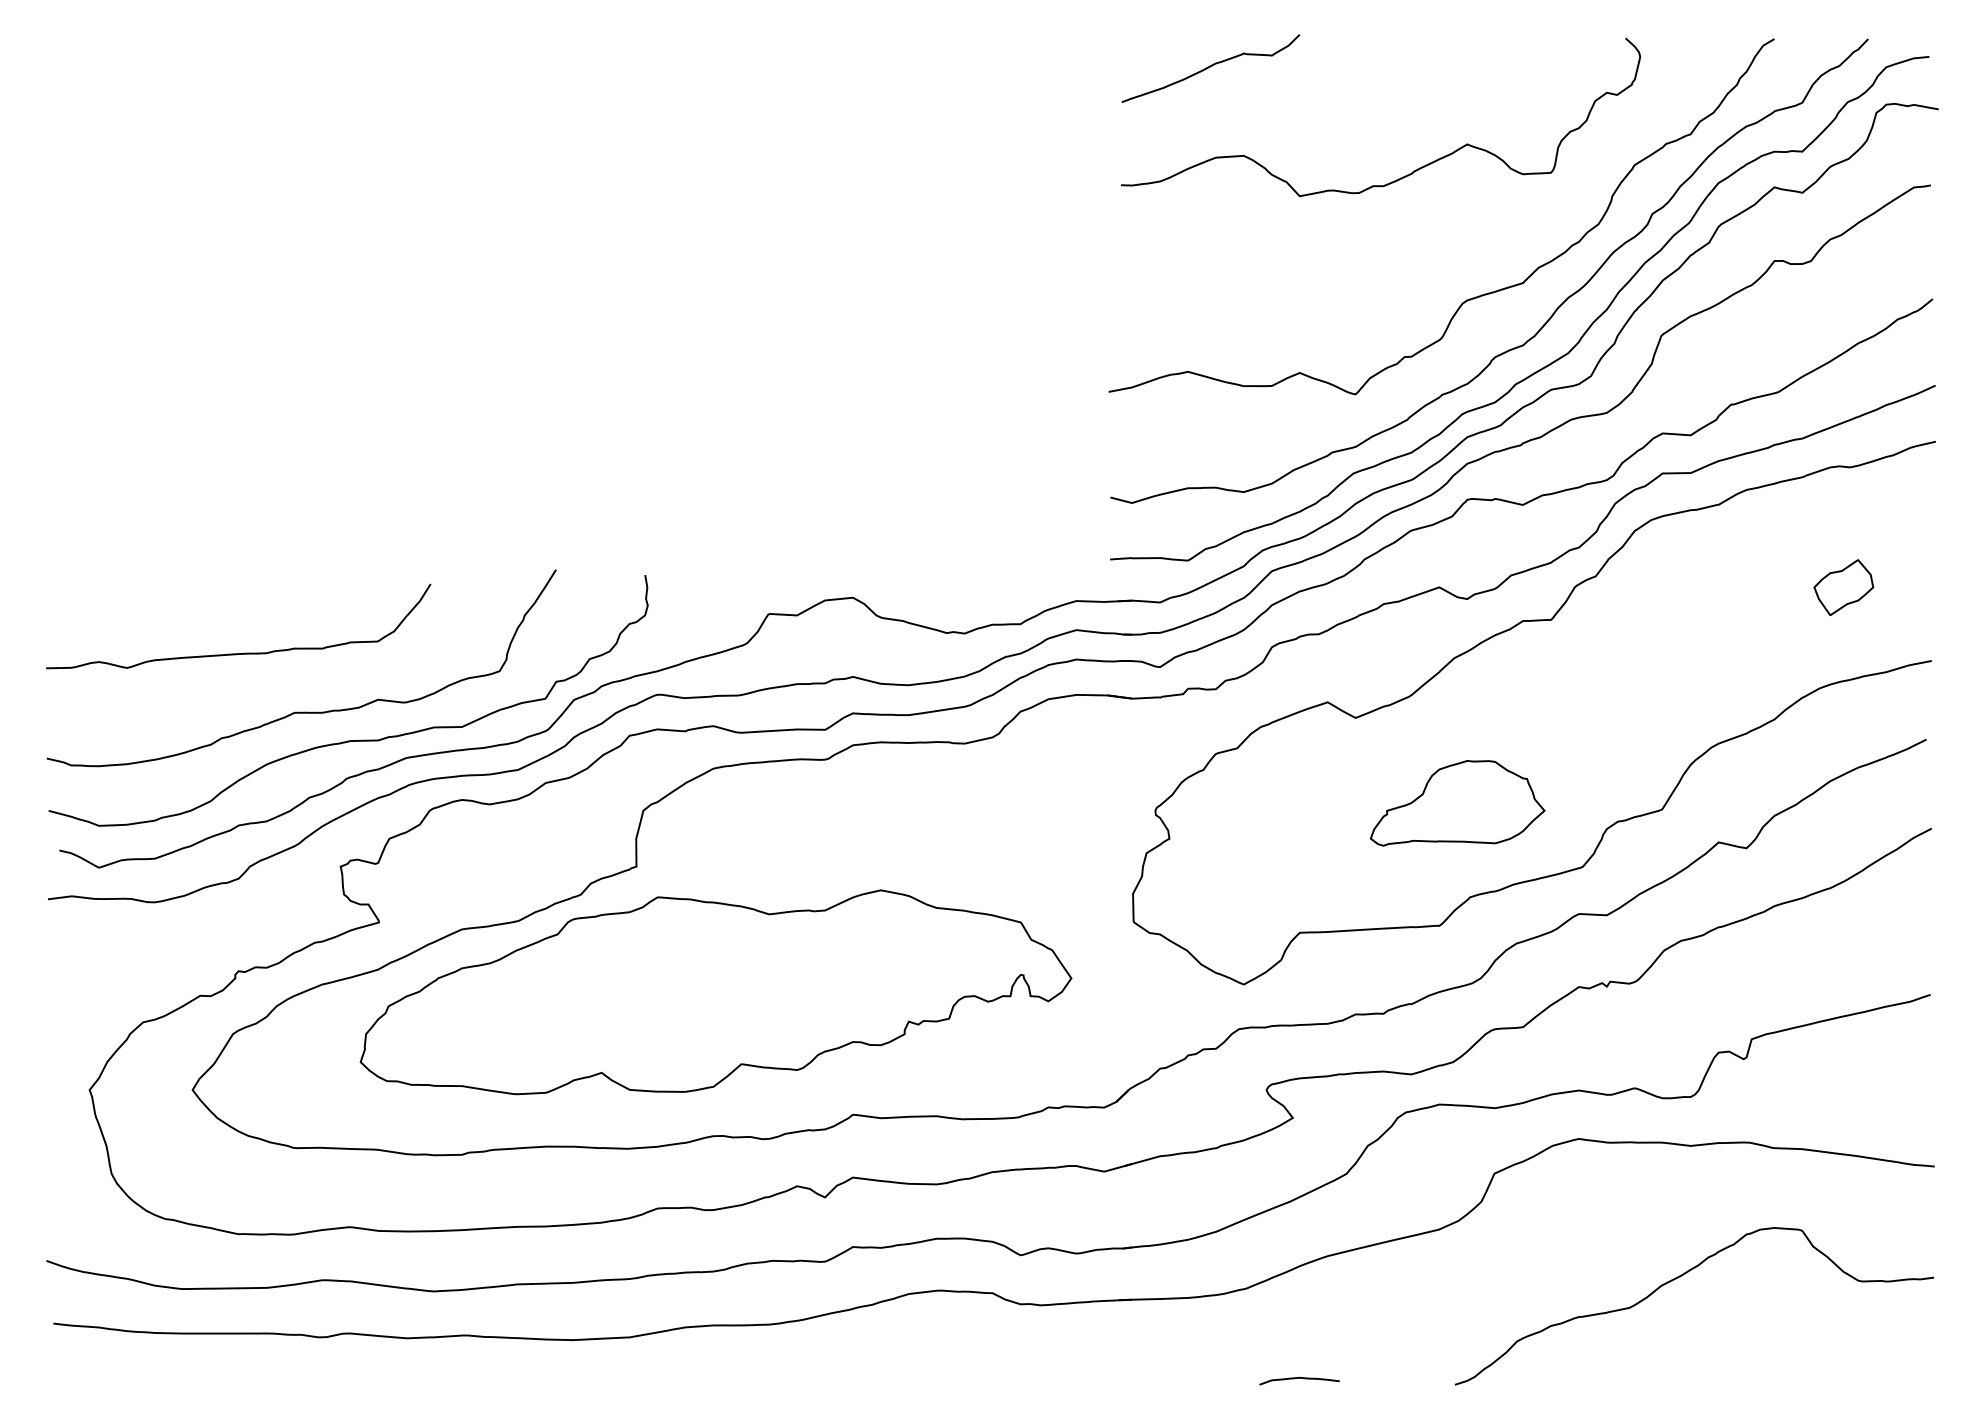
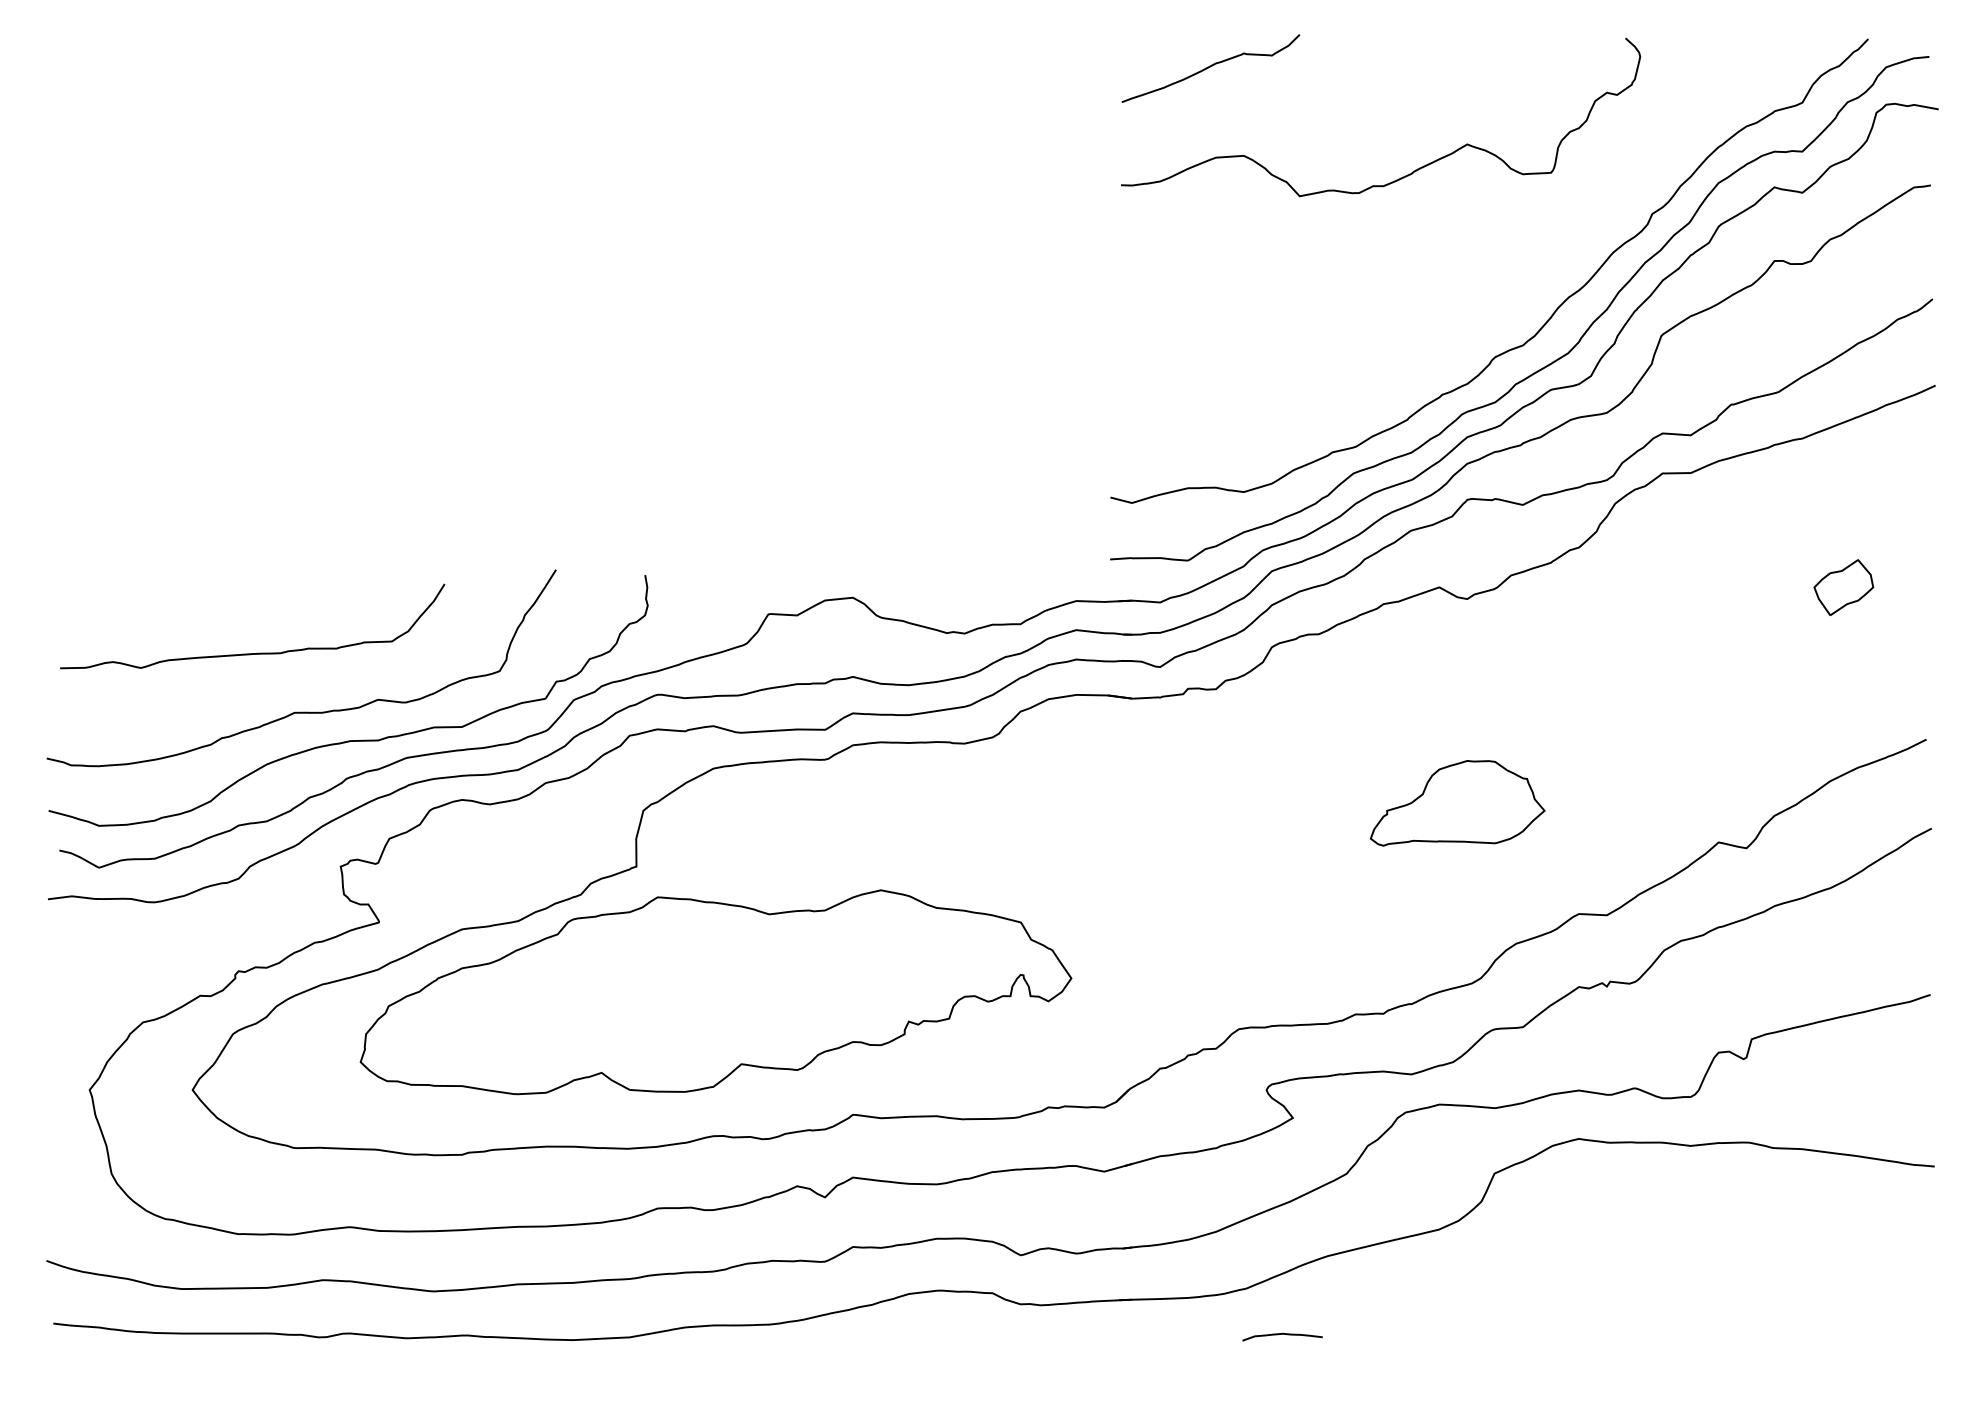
curve at (1469, 298): present -> none
curve at (1500, 634): present -> none
curve at (244, 652) position: (244, 652) -> (258, 652)
curve at (1680, 1277): present -> none
curve at (1299, 1378) position: (1299, 1378) -> (1282, 1334)
